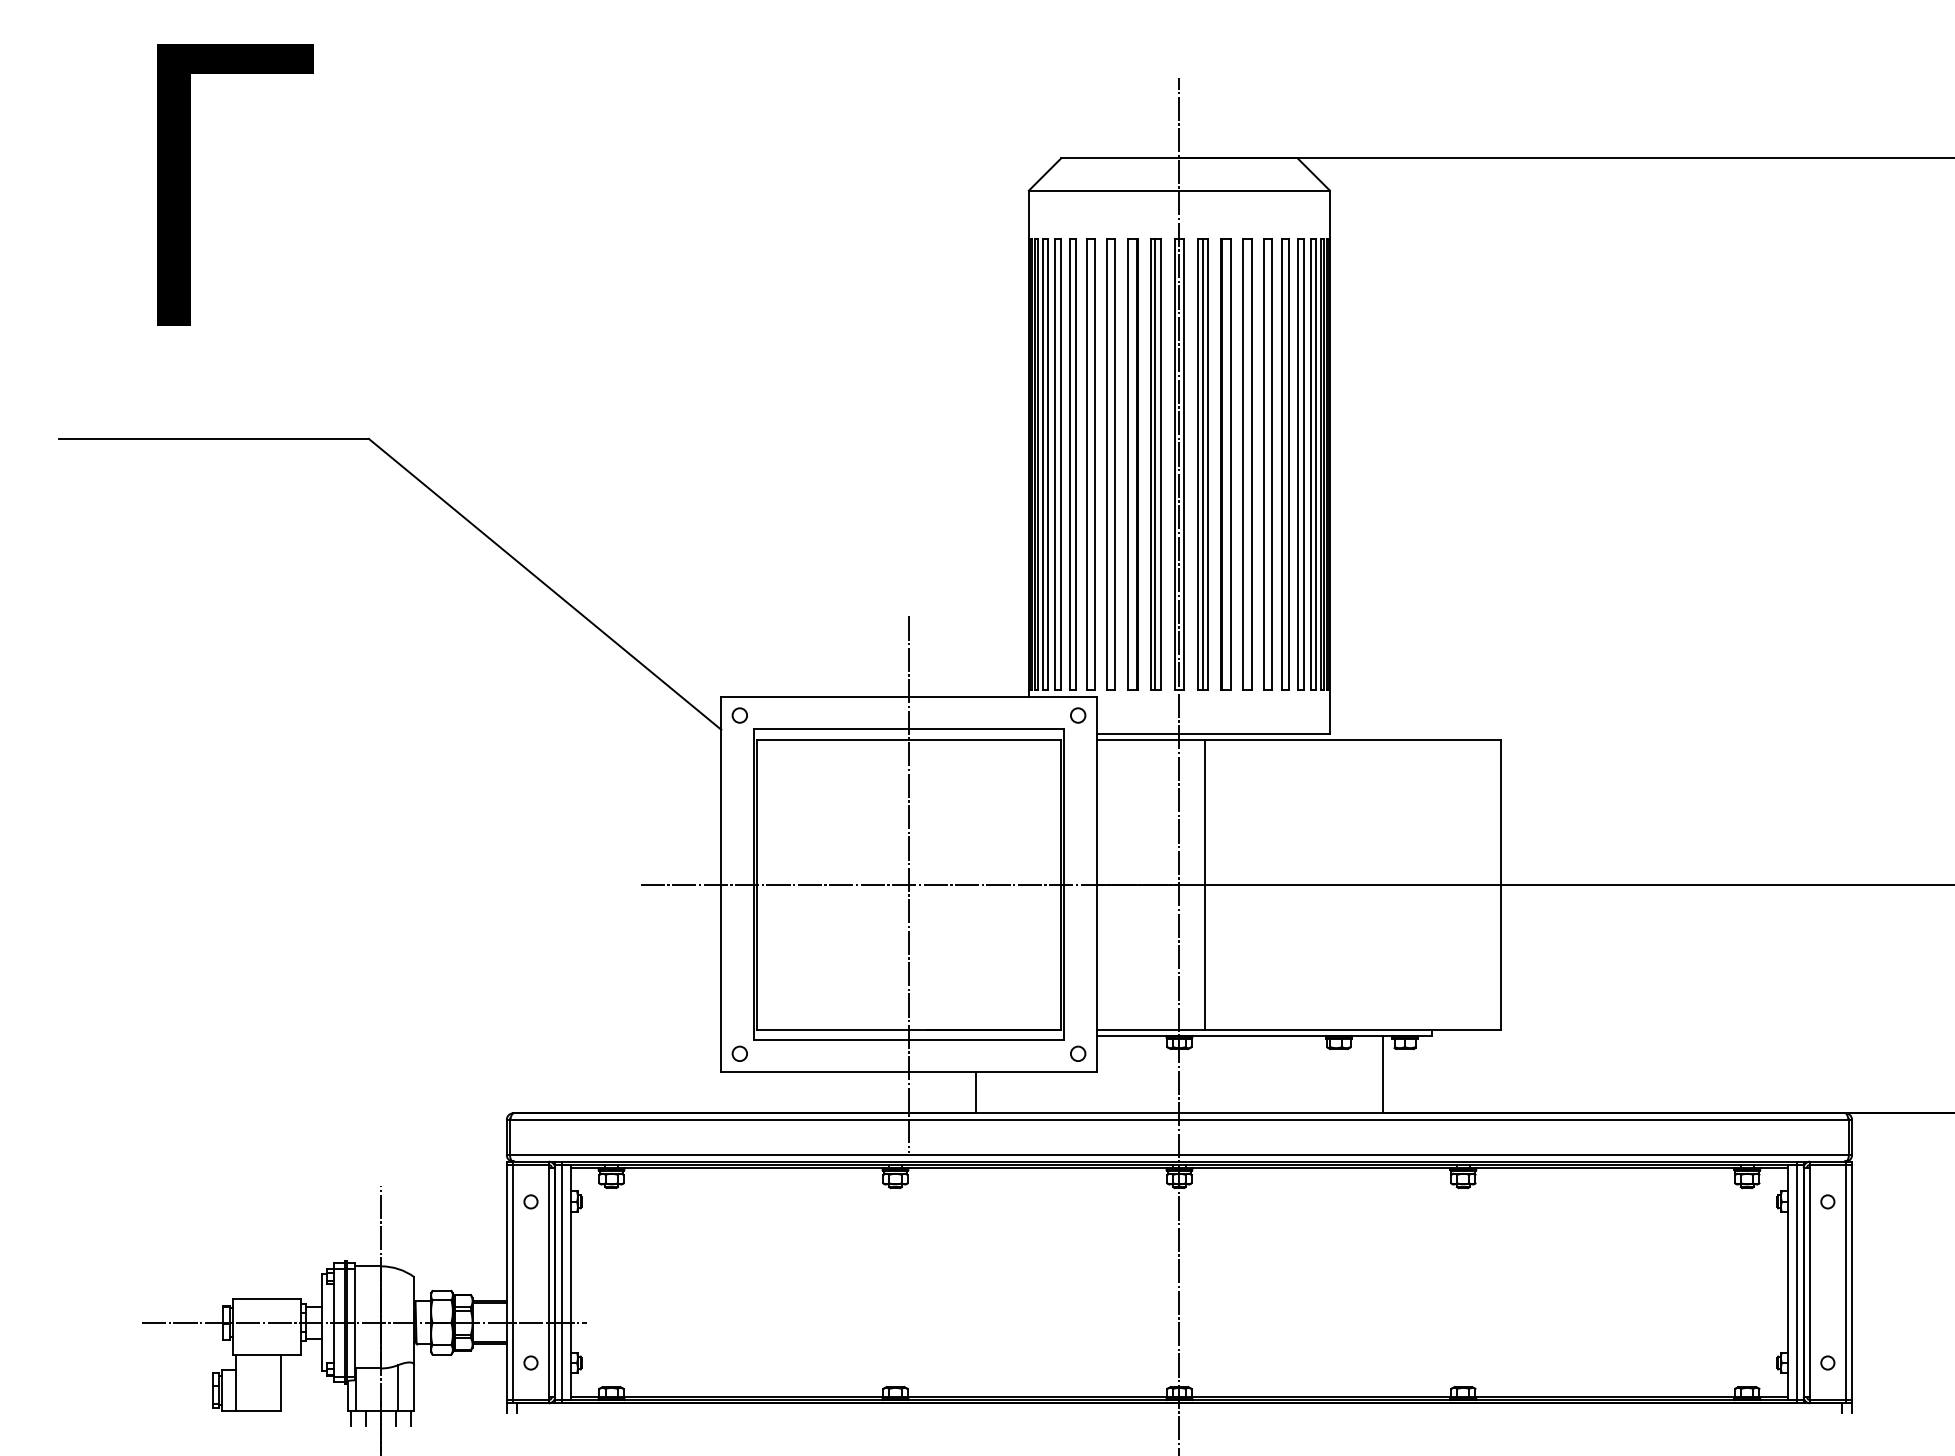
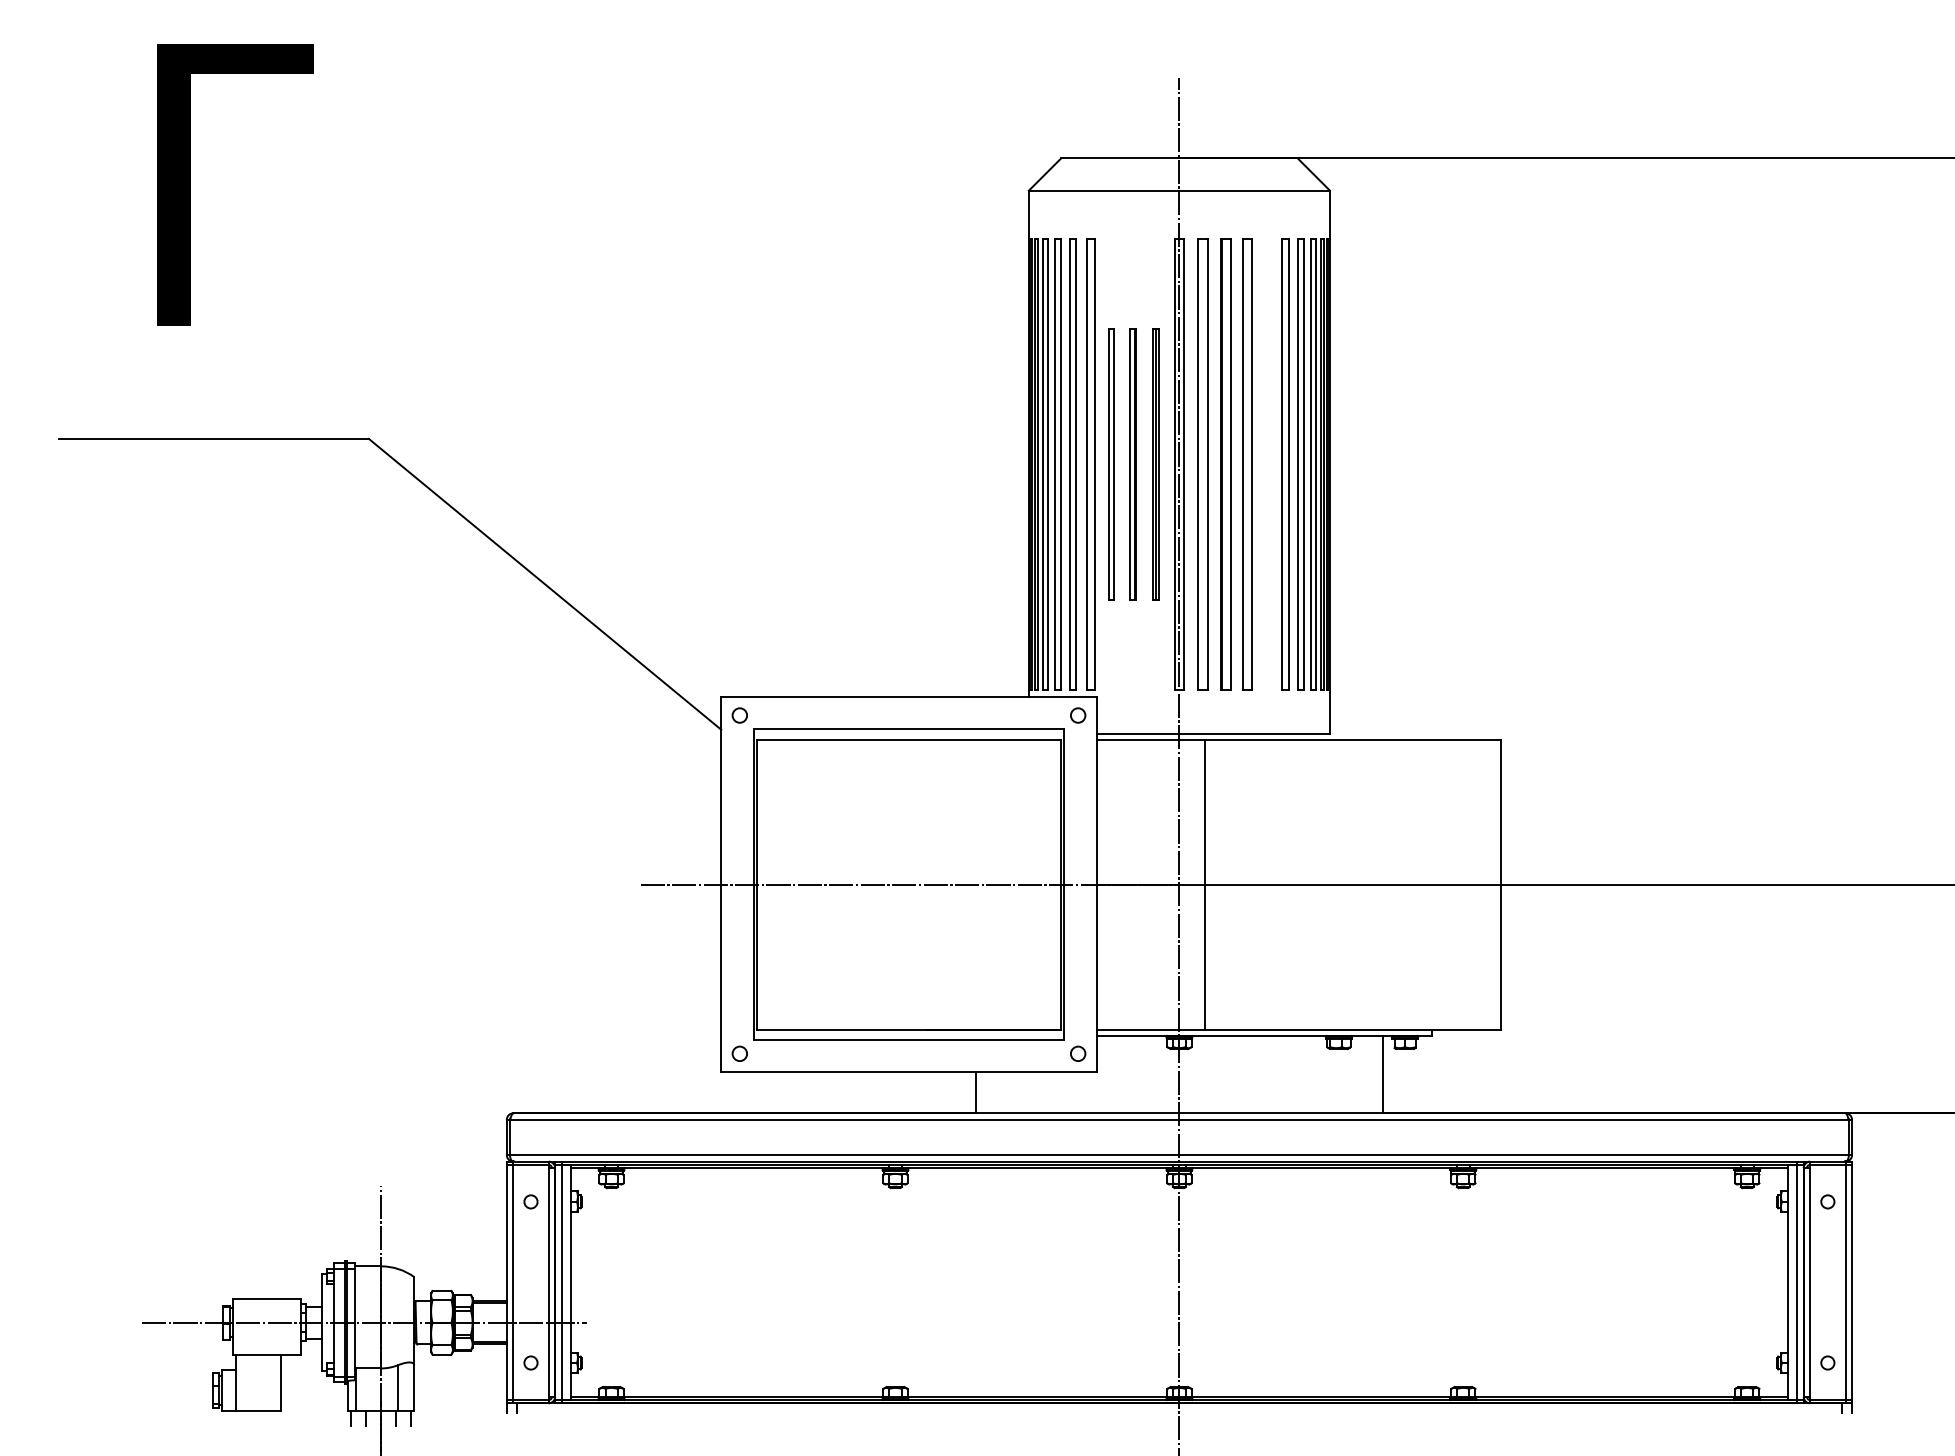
part at (1110, 464) size: 10x453 px -> 7x273 px
part at (1132, 464) size: 12x453 px -> 8x273 px
part at (1155, 464) size: 12x453 px -> 8x273 px
line at (1203, 464): present -> none
part at (1267, 464): present -> none
line at (909, 884): present -> none
